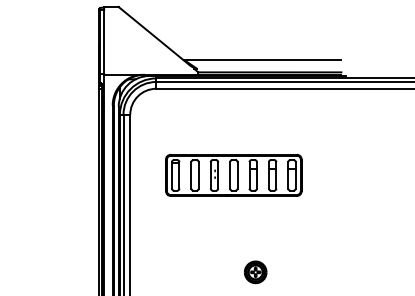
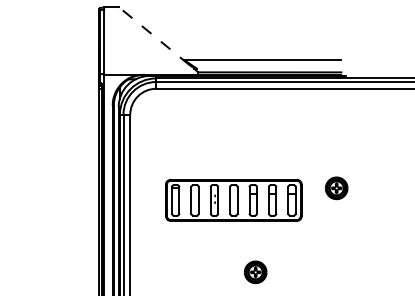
line at (154, 35): solid -> dashed
part at (233, 174) position: (233, 174) -> (233, 199)
part at (336, 188): none -> present
